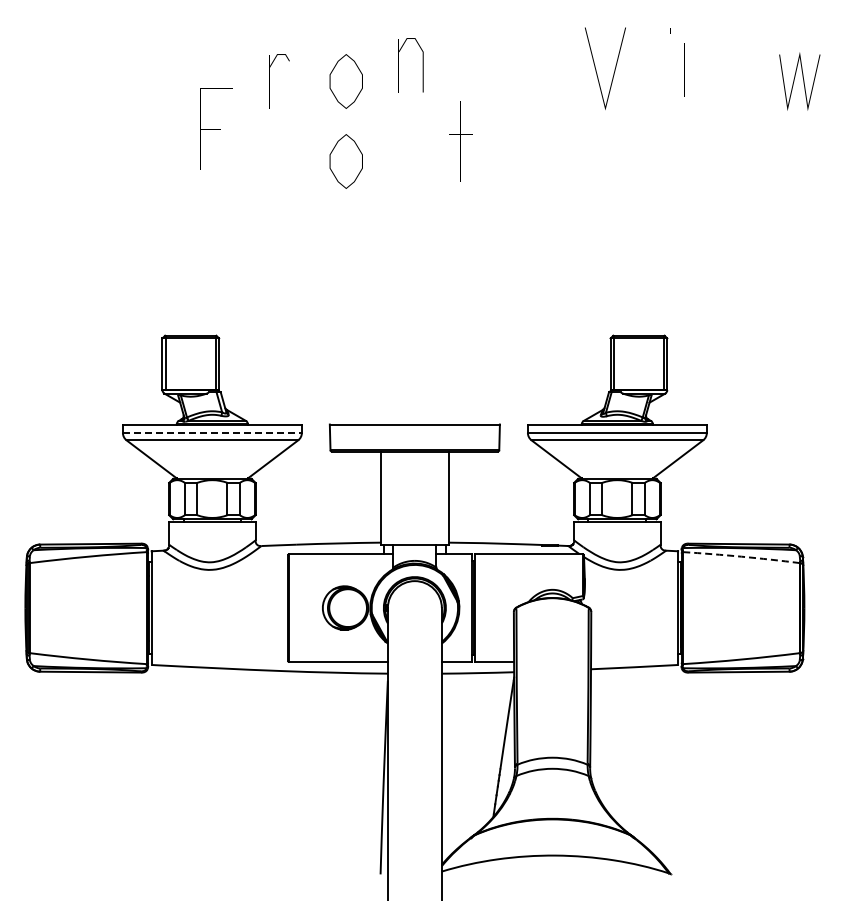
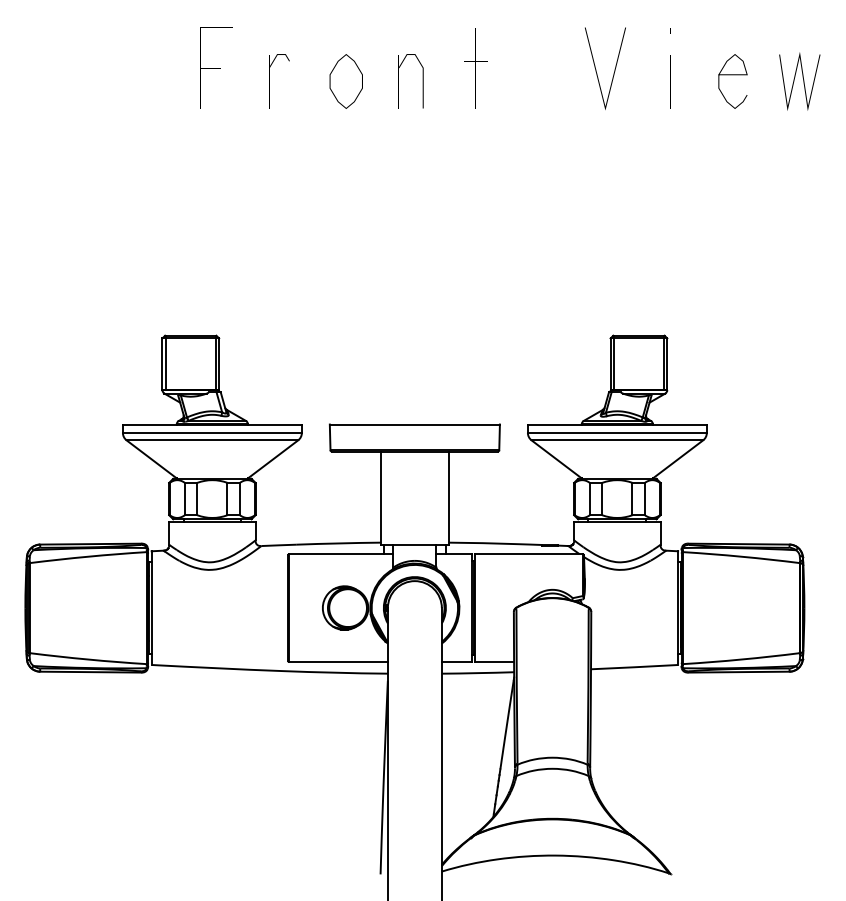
part at (398, 65) position: (398, 65) -> (398, 81)
line at (684, 69) position: (684, 69) -> (670, 81)
curve at (732, 75): none -> present
part at (216, 128) position: (216, 128) -> (216, 67)
part at (460, 141) position: (460, 141) -> (475, 68)
part at (345, 161): present -> none
line at (212, 432): dashed -> solid
arc at (741, 556): dashed -> solid
